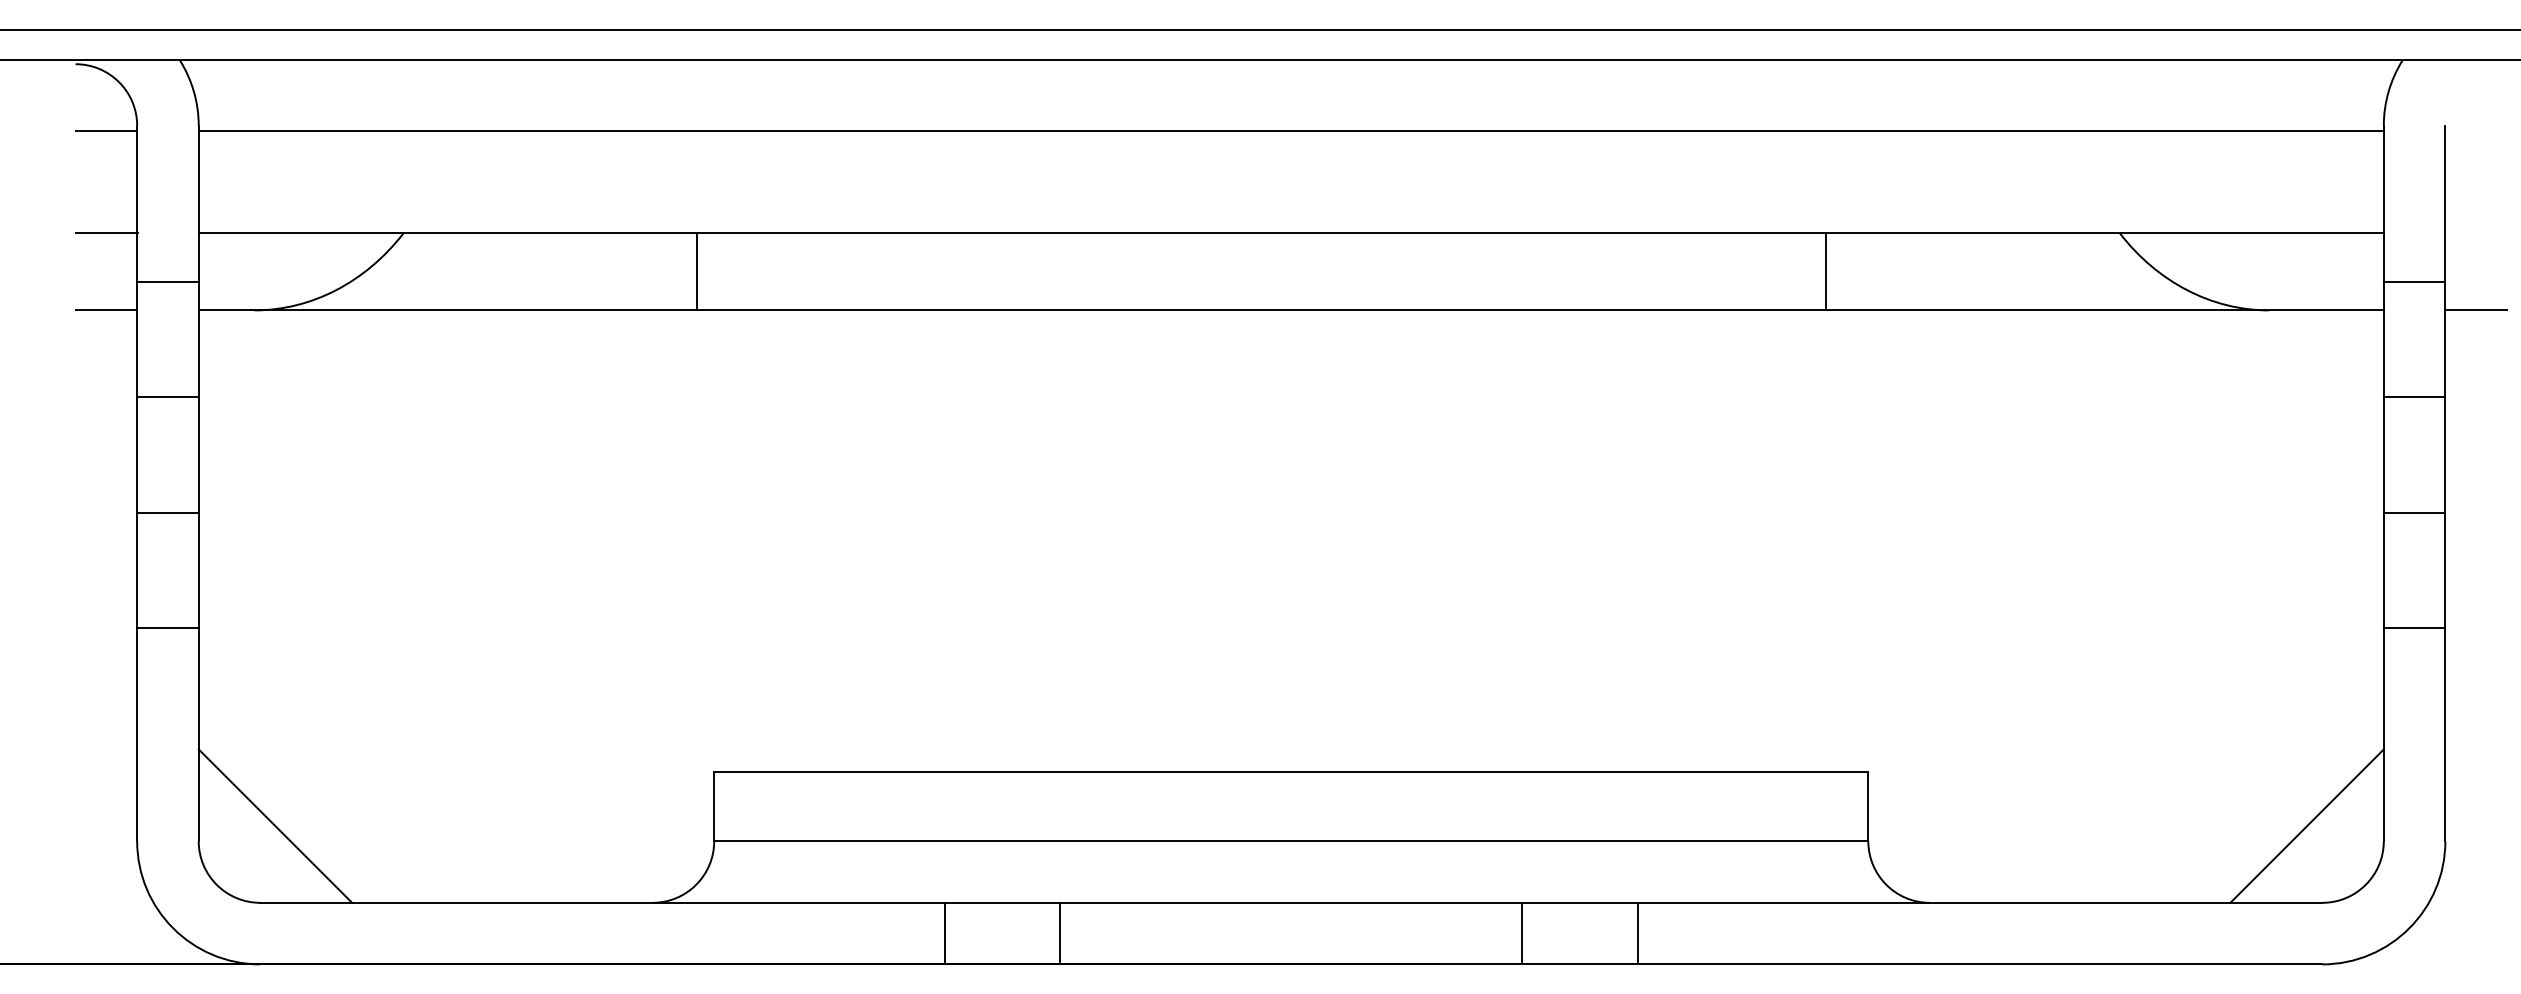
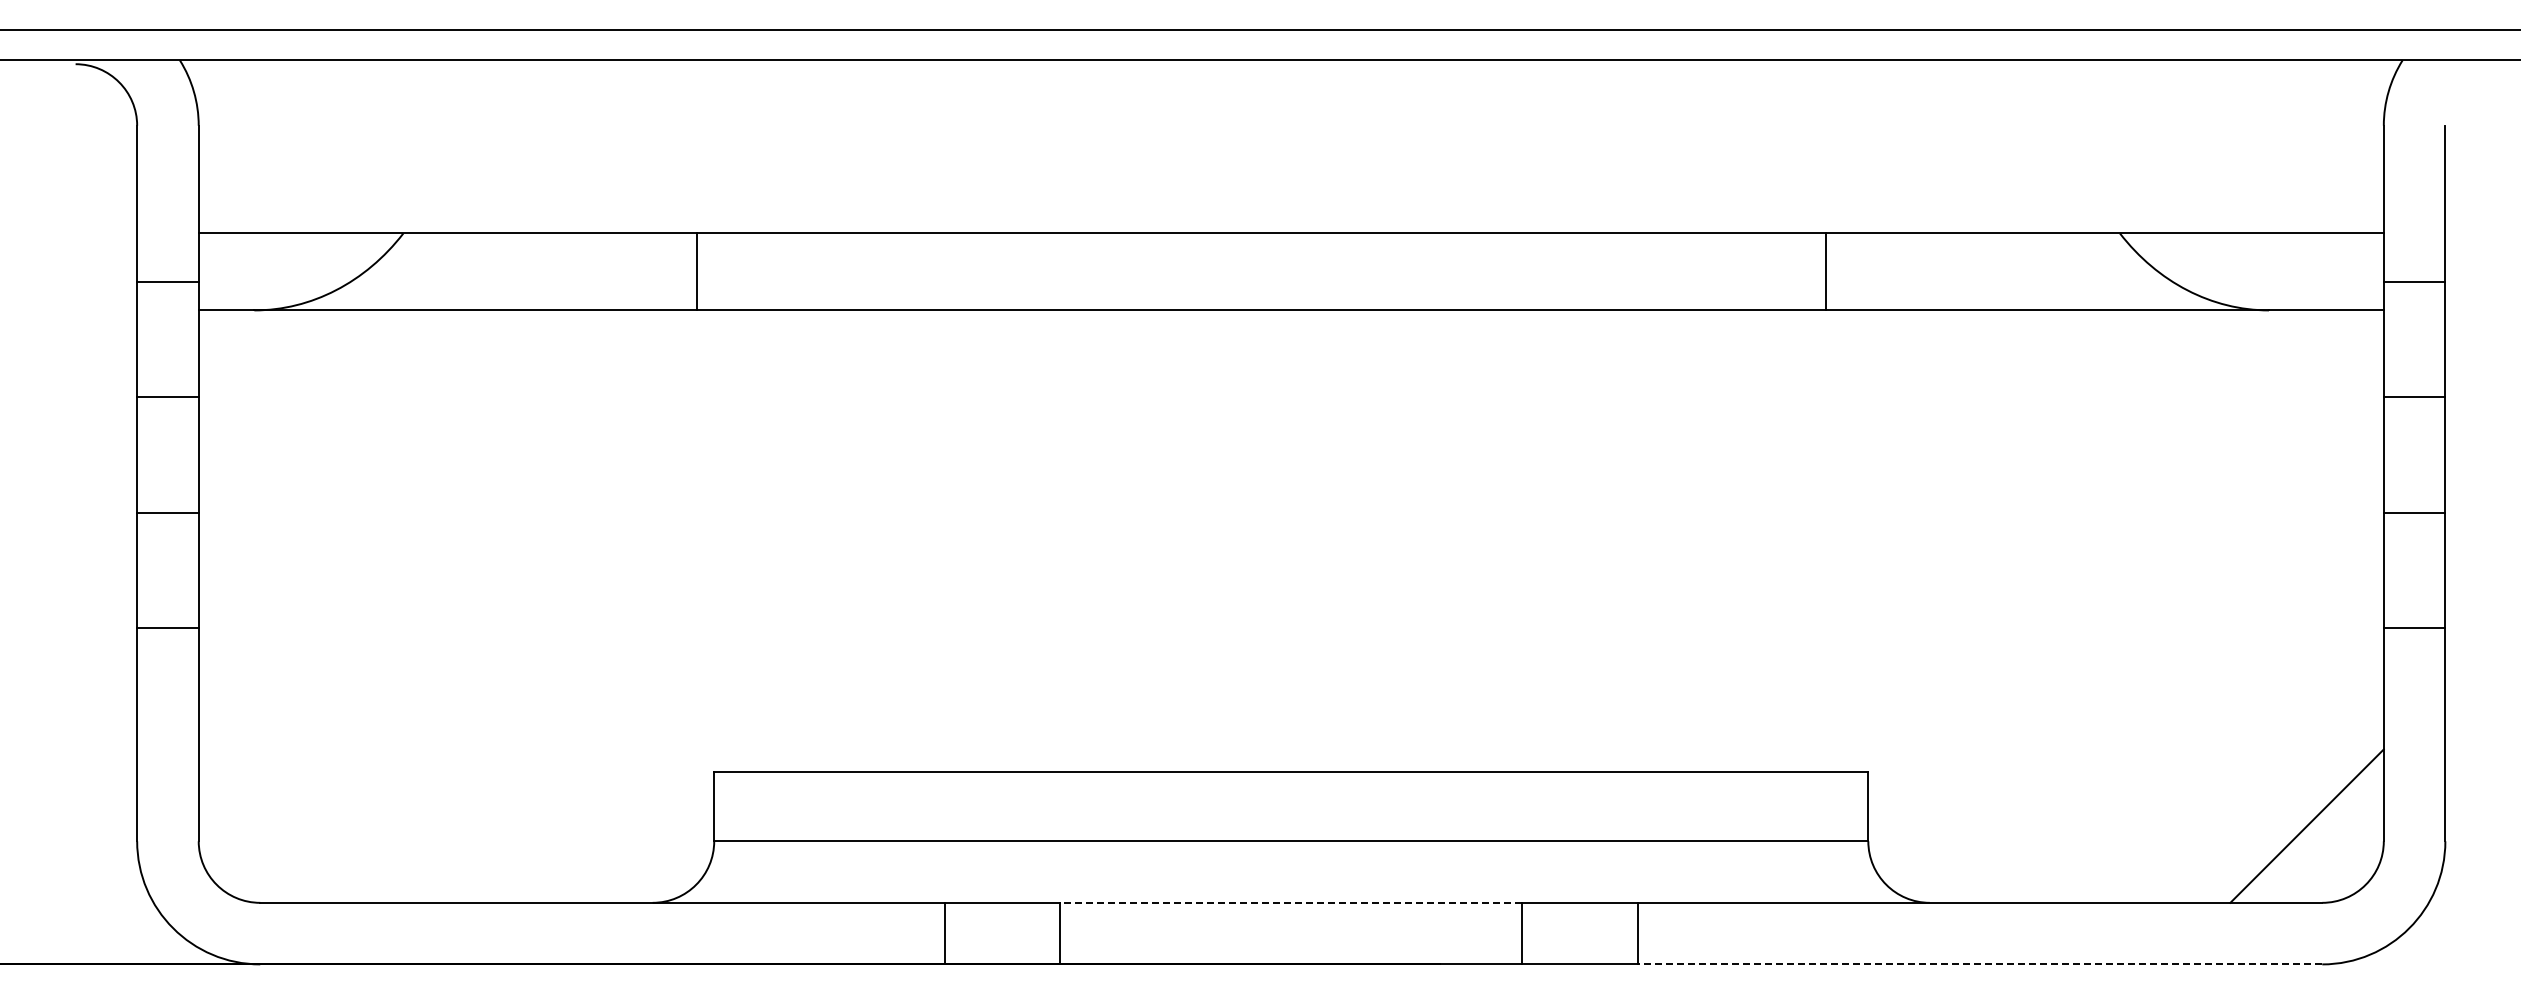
line at (106, 130): present -> none
line at (1291, 130): present -> none
line at (106, 233): present -> none
line at (106, 310): present -> none
line at (2475, 310): present -> none
line at (275, 825): present -> none
line at (1291, 902): solid -> dashed
line at (1979, 964): solid -> dashed
